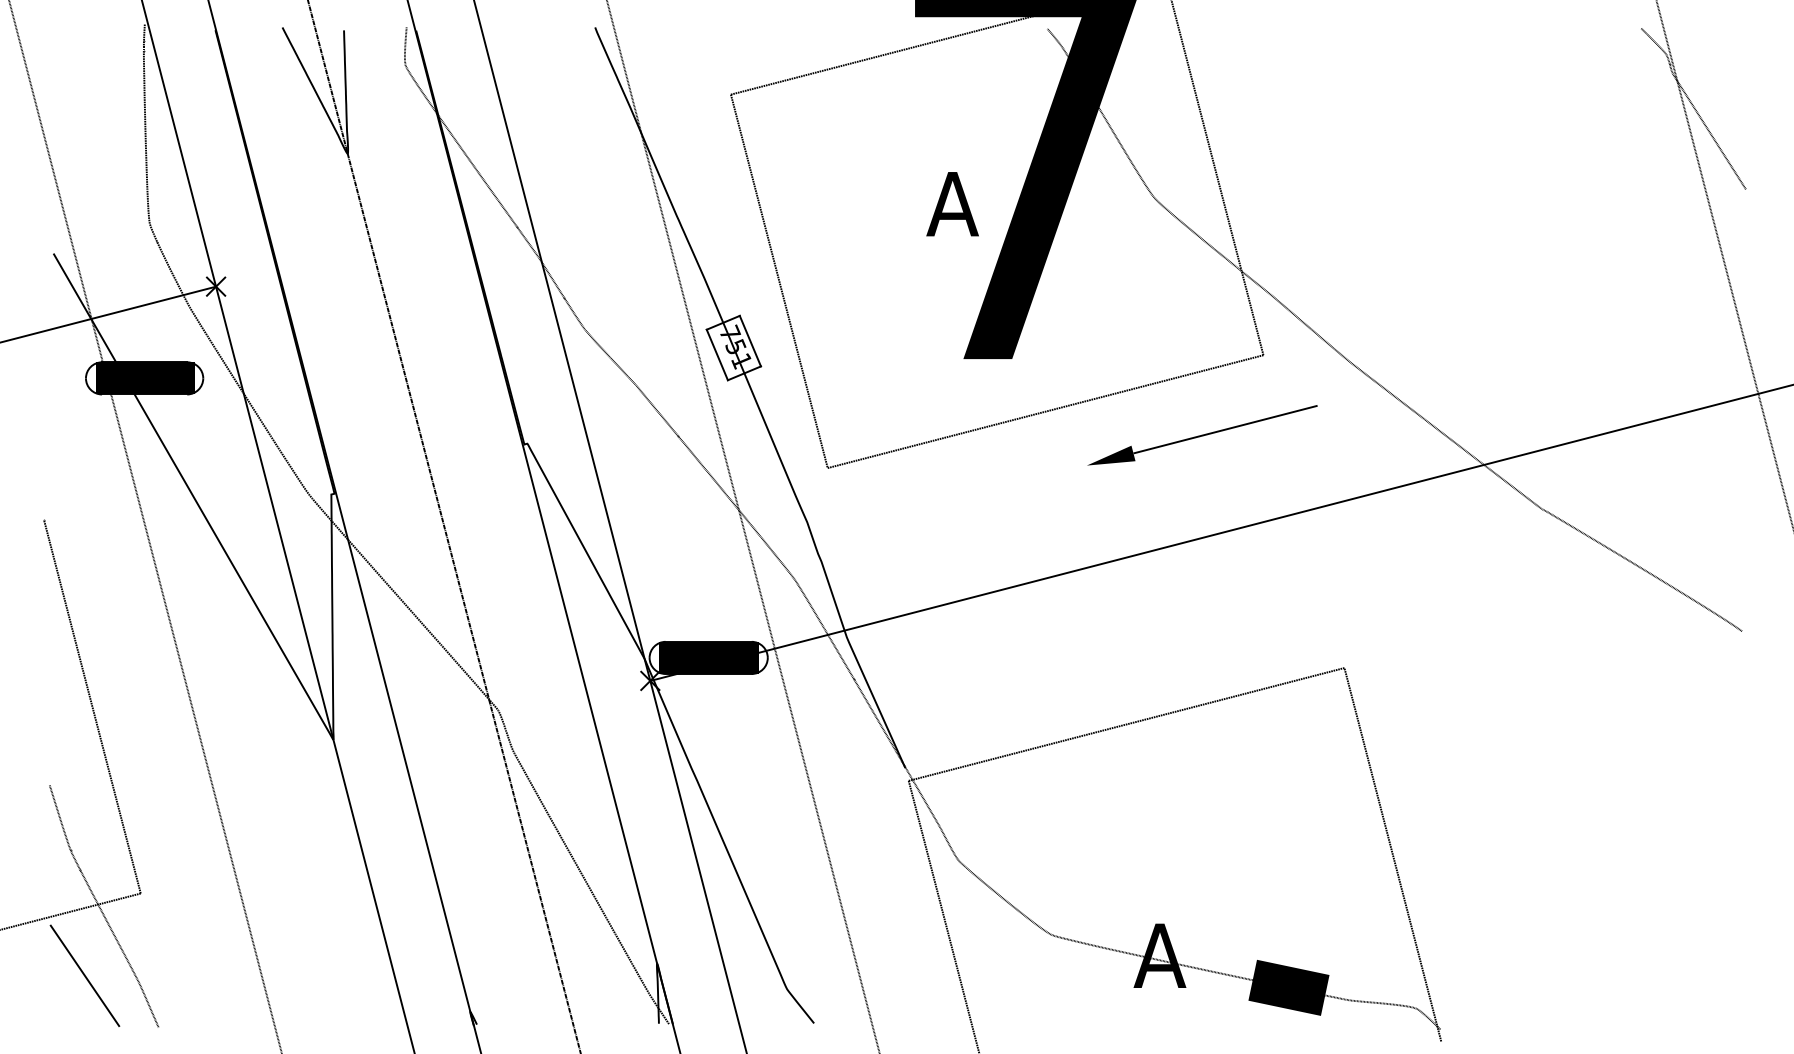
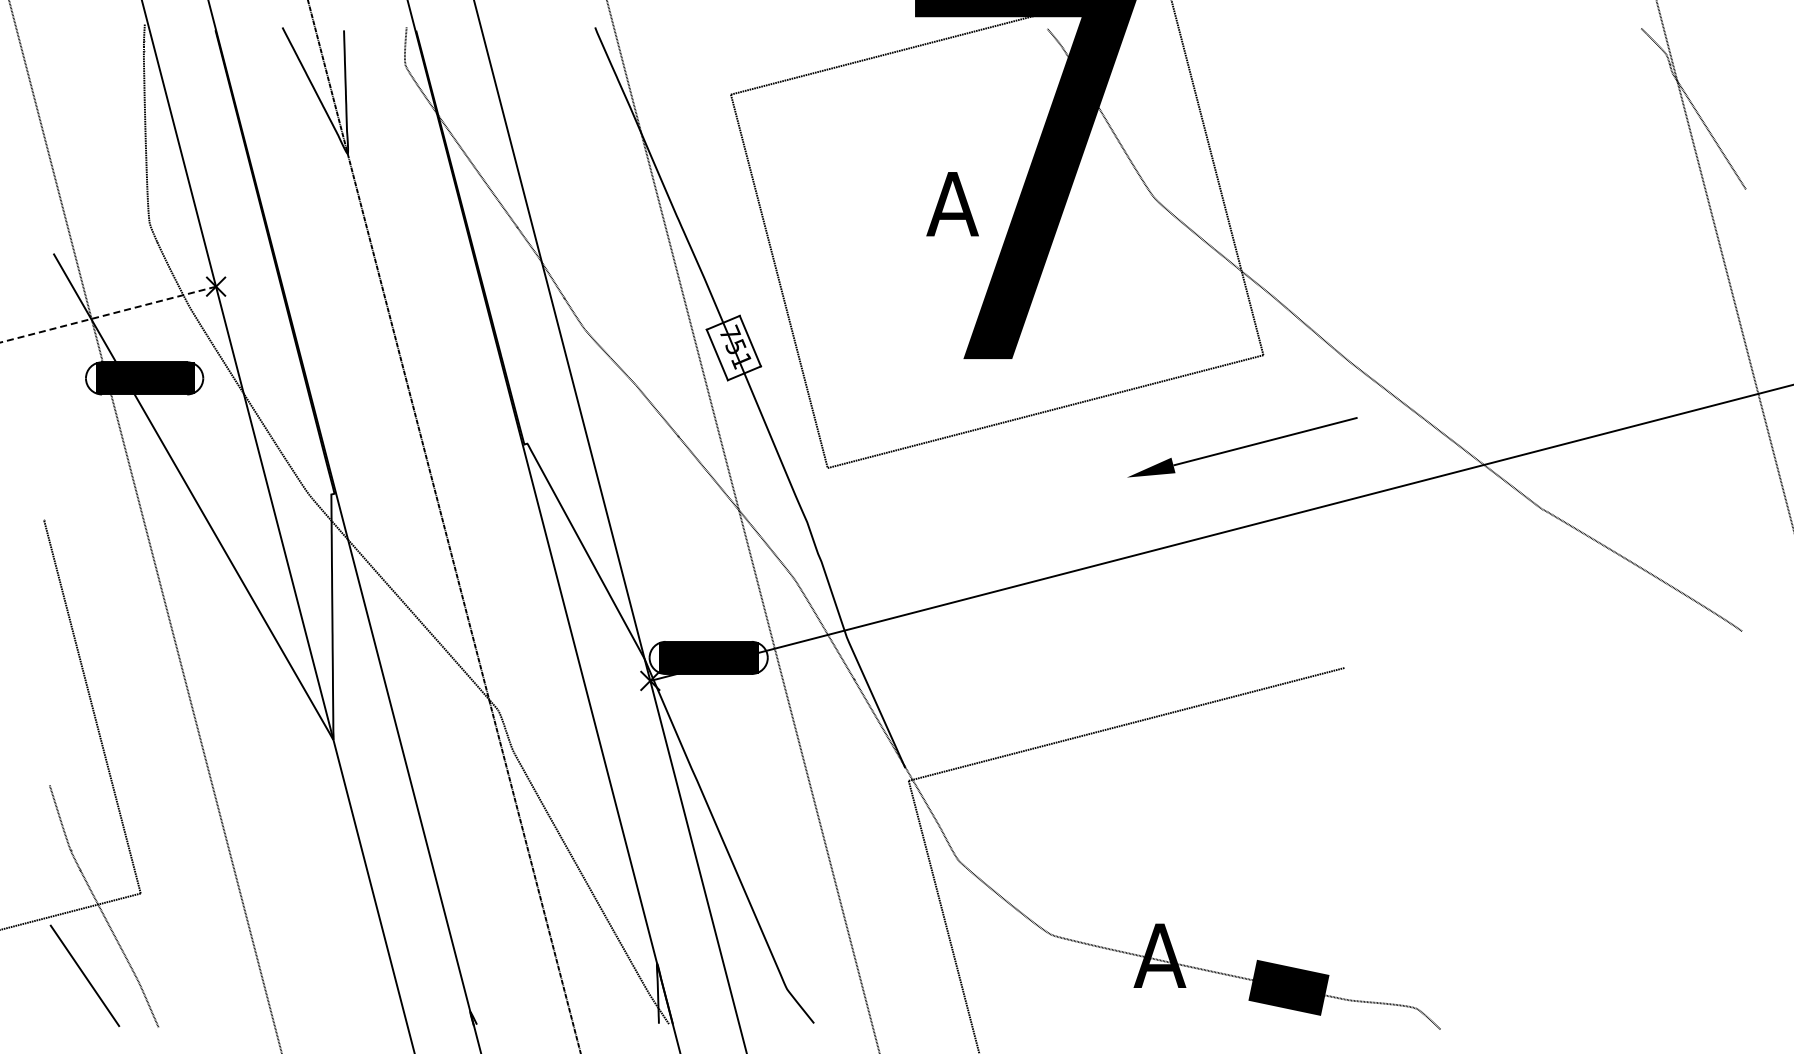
line at (107, 314): solid -> dashed
part at (1202, 435) position: (1202, 435) -> (1242, 447)
line at (1392, 854): present -> none
